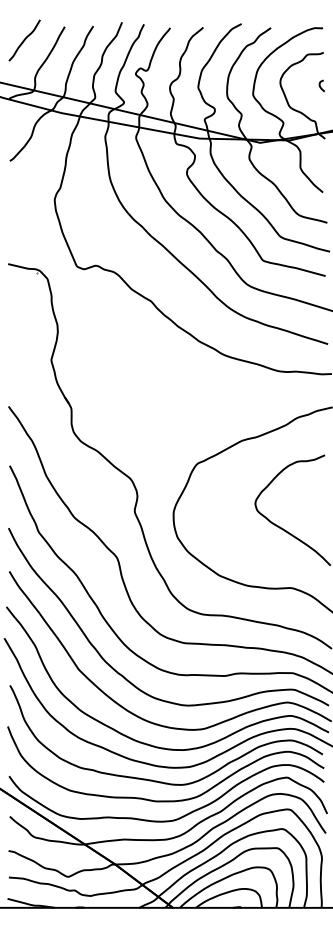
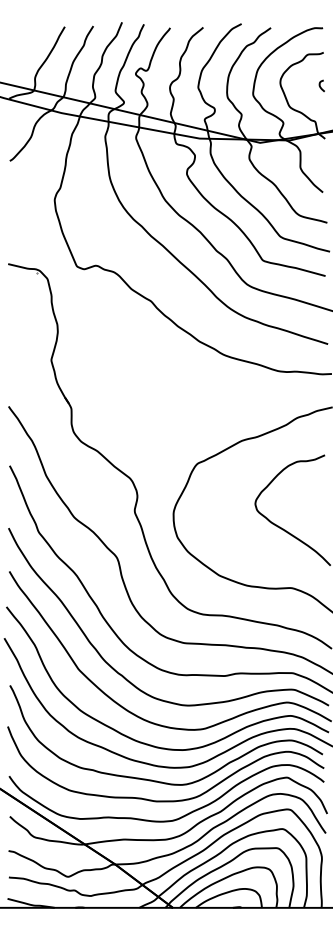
curve at (24, 40): present -> none
